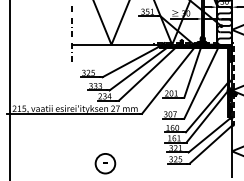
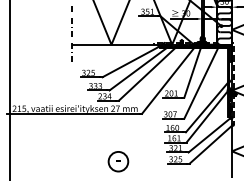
part at (105, 163) position: (105, 163) -> (118, 161)
